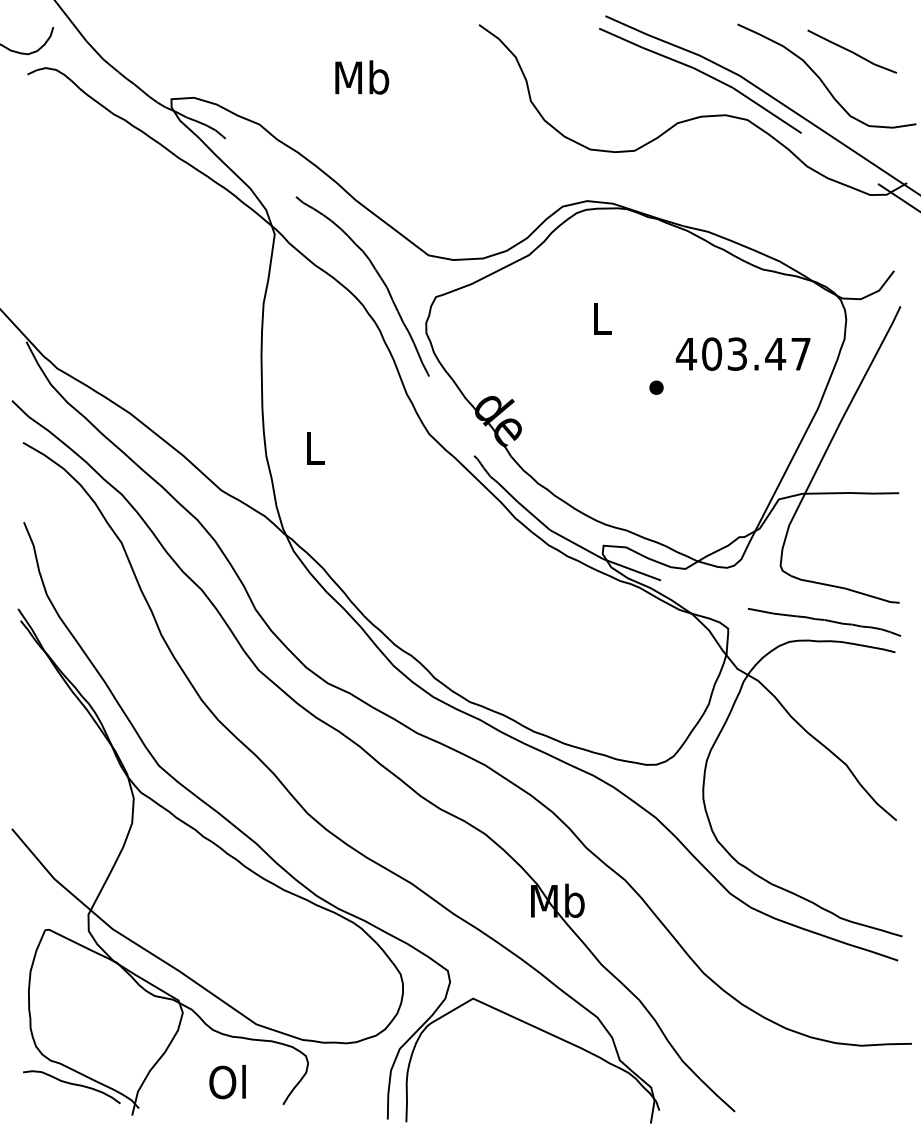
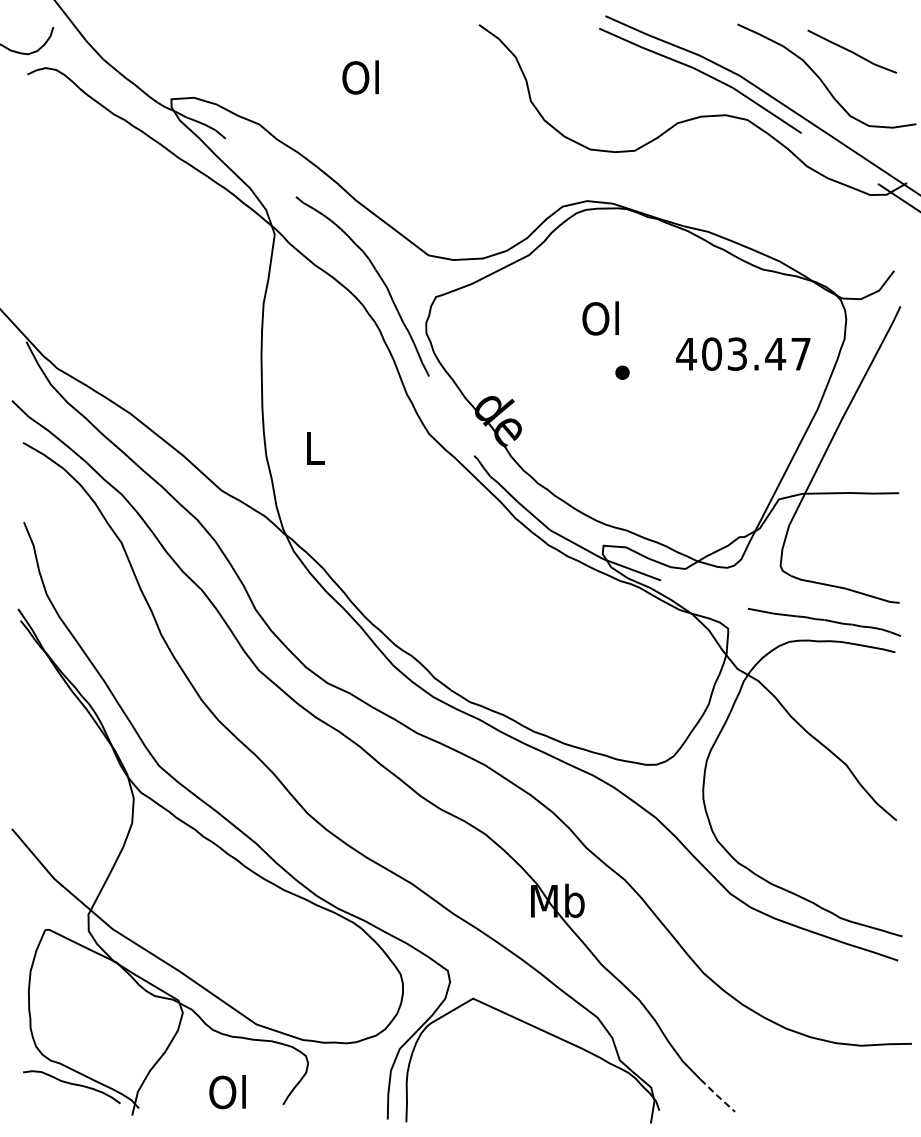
text at (362, 77): Mb -> Ol
text at (600, 318): L -> Ol
part at (656, 387) position: (656, 387) -> (622, 372)
text at (227, 1082) position: (227, 1082) -> (227, 1092)
line at (717, 1095): solid -> dashed
